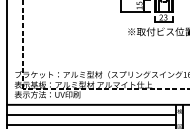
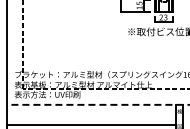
line at (98, 104): solid -> dashed
line at (91, 114): present -> none
